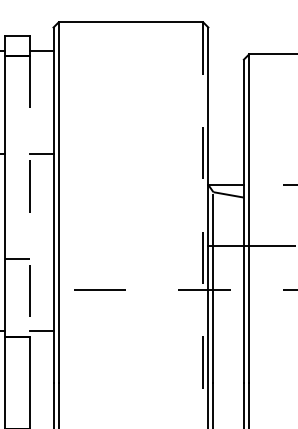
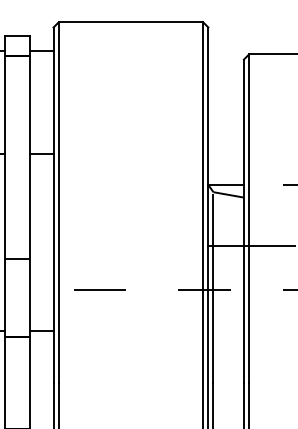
line at (30, 196): dashed -> solid
line at (203, 226): dashed -> solid
